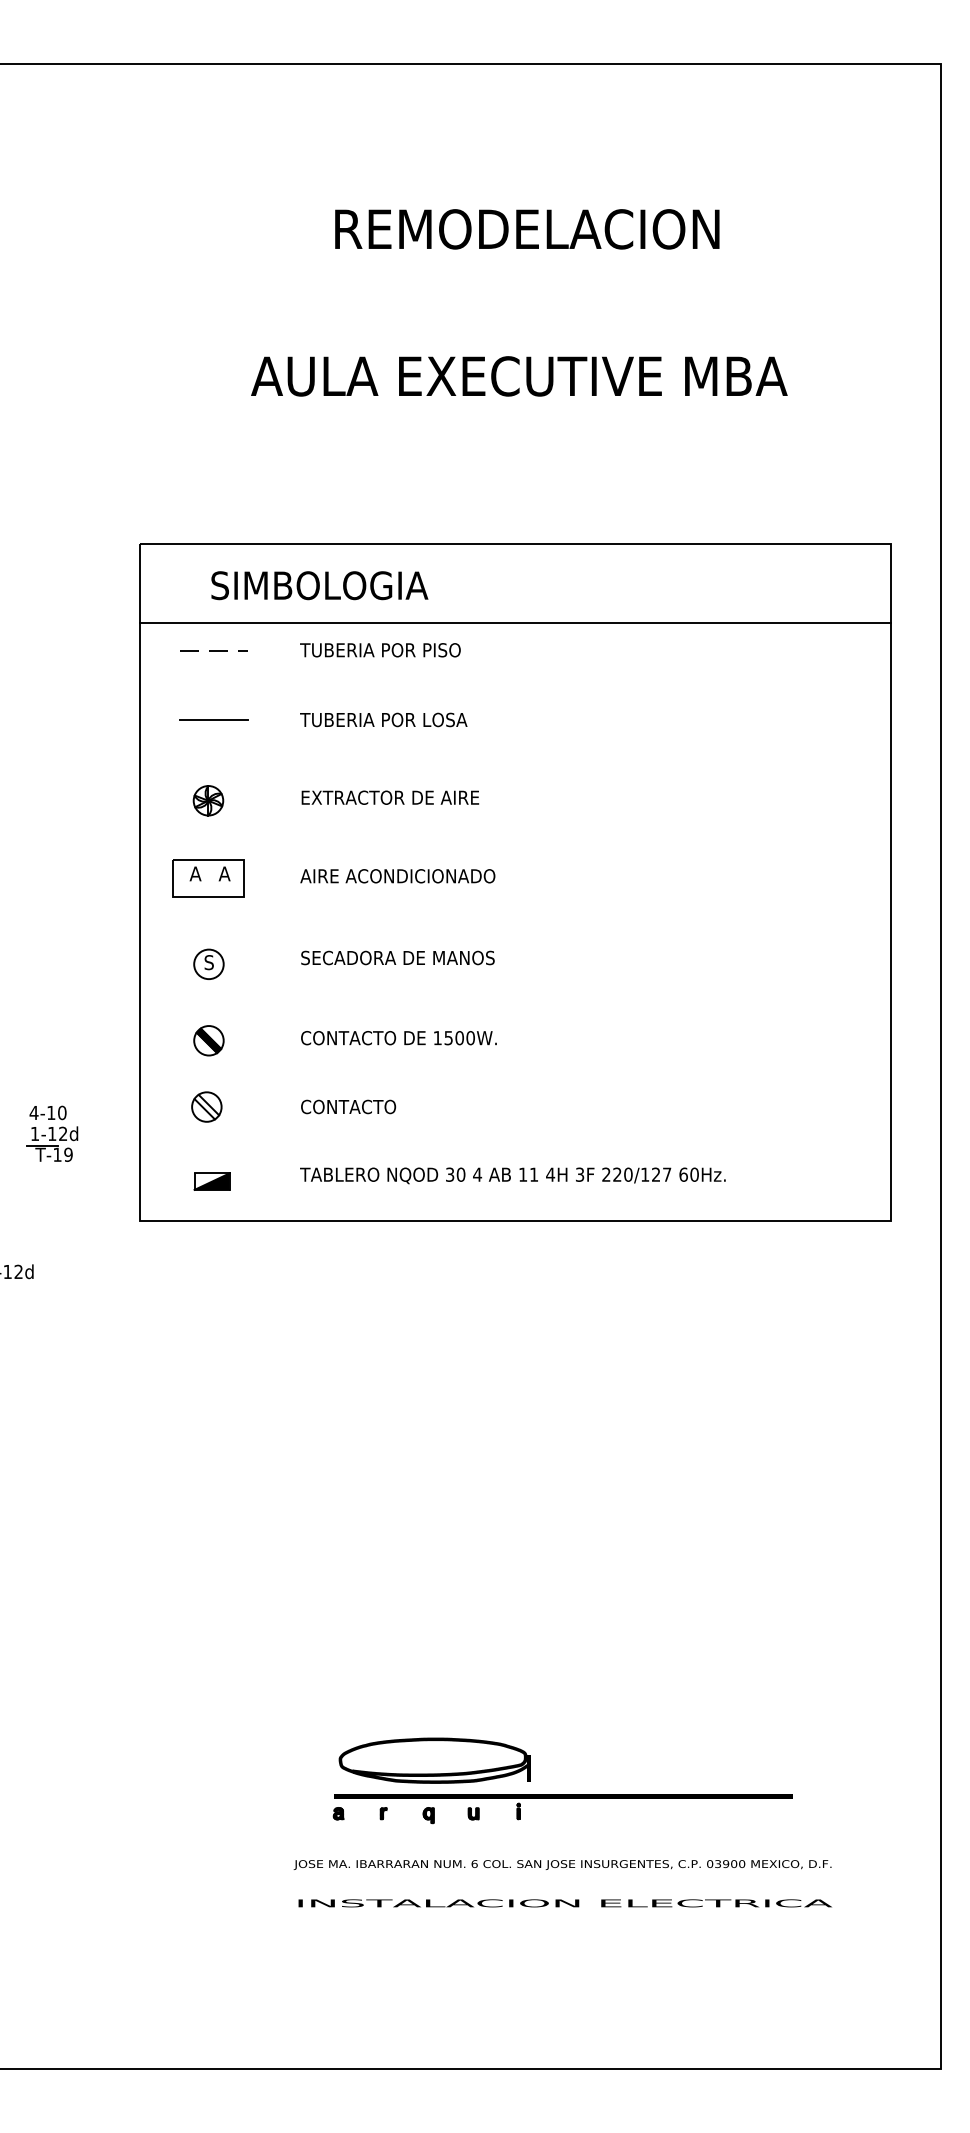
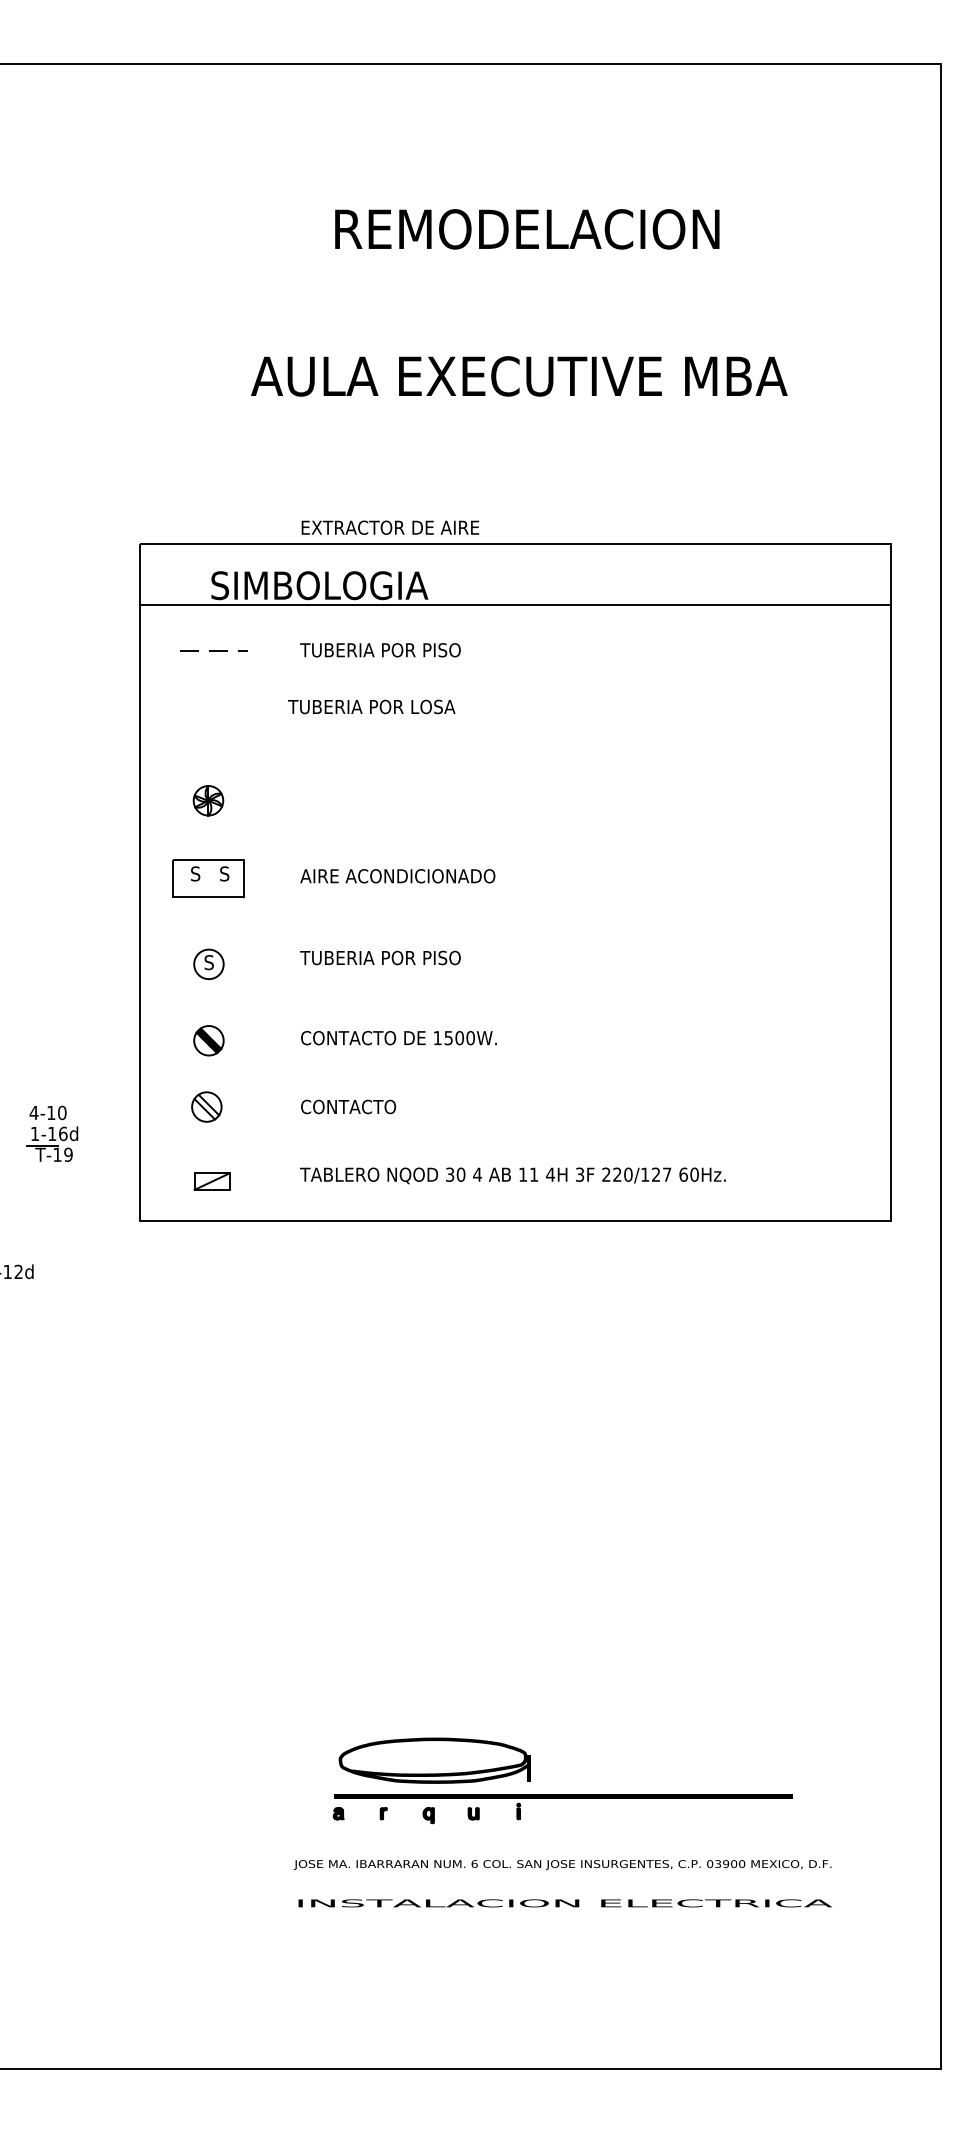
line at (515, 622) position: (515, 622) -> (515, 604)
text at (383, 719) position: (383, 719) -> (371, 706)
line at (213, 720): present -> none
text at (390, 797) position: (390, 797) -> (390, 527)
text at (195, 873): A -> S
text at (224, 873): A -> S
text at (397, 957): SECADORA DE MANOS -> TUBERIA POR PISO
text at (63, 1133): 1-12d -> 1-16d
fill at (211, 1181): present -> none
